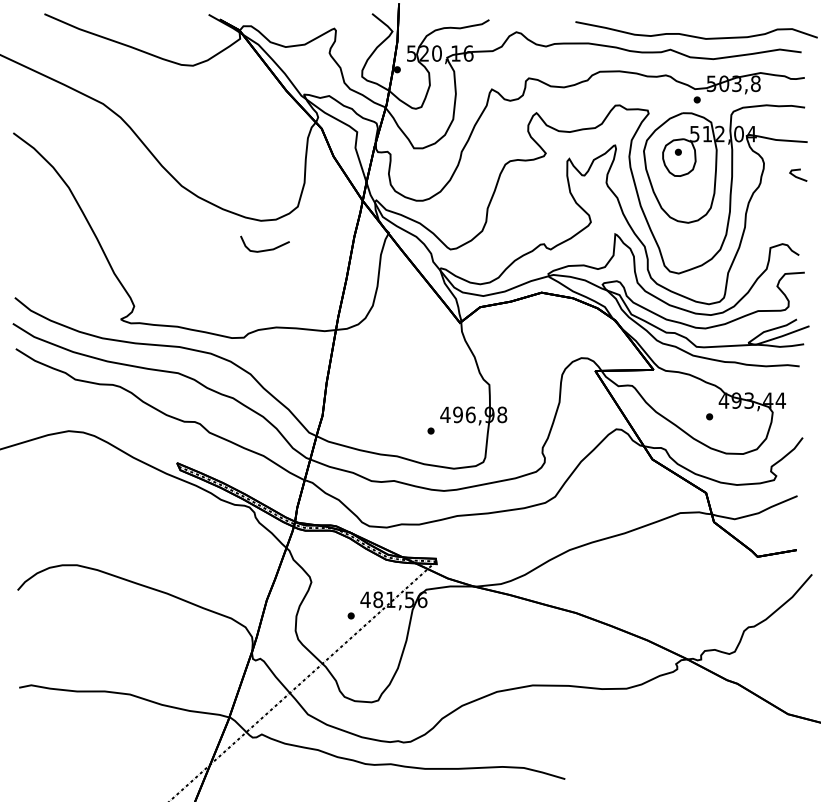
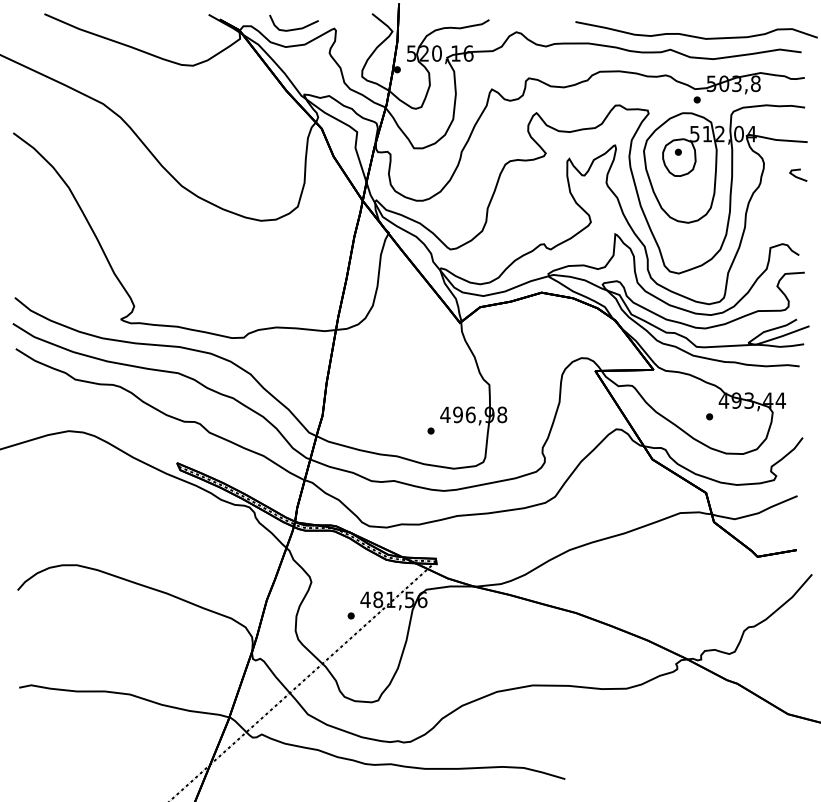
curve at (264, 249) position: (264, 249) -> (293, 28)
